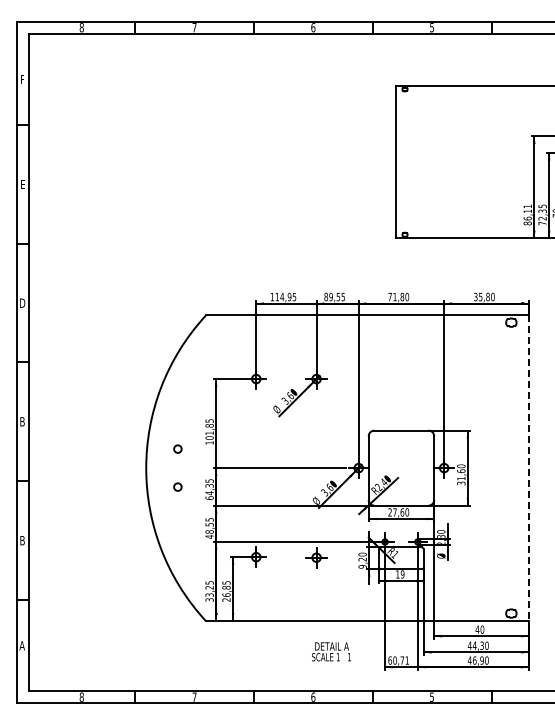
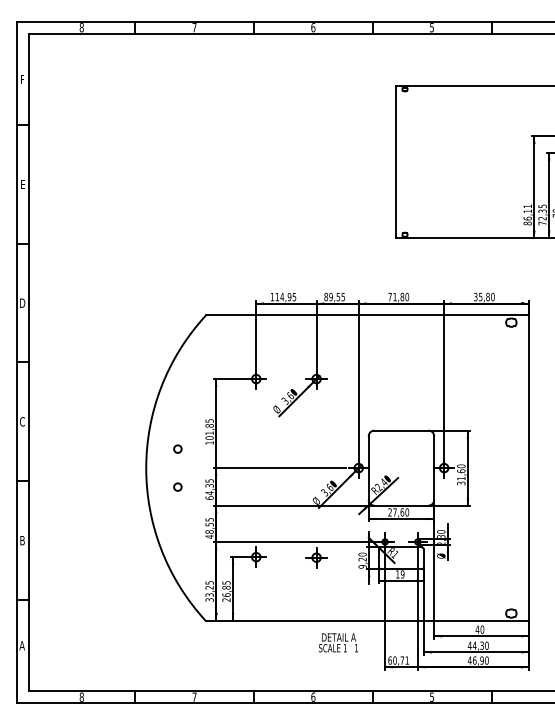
text at (22, 421): B -> C
line at (529, 468): dashed -> solid
text at (331, 651) position: (331, 651) -> (338, 642)
